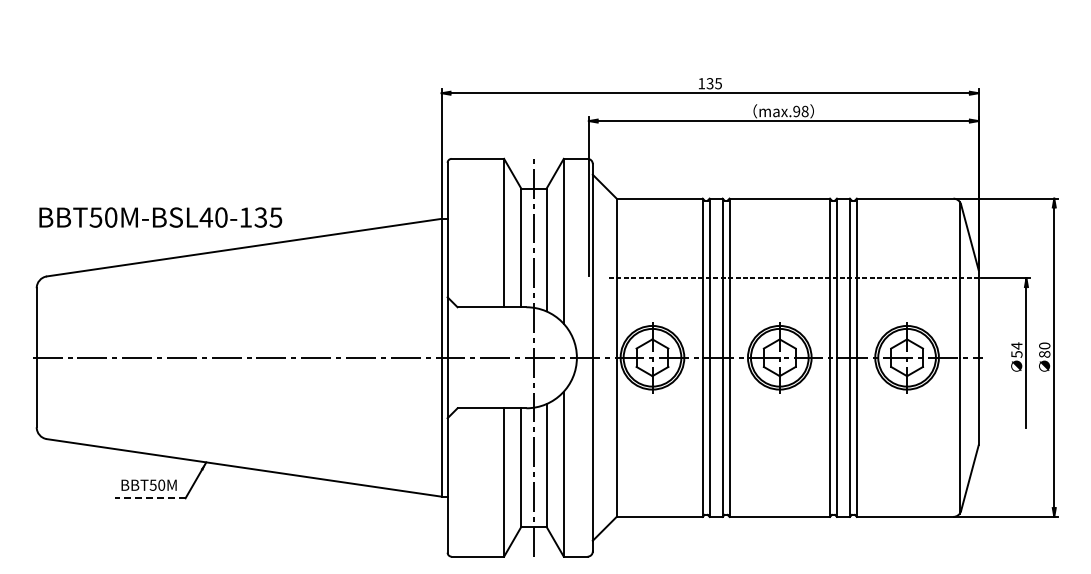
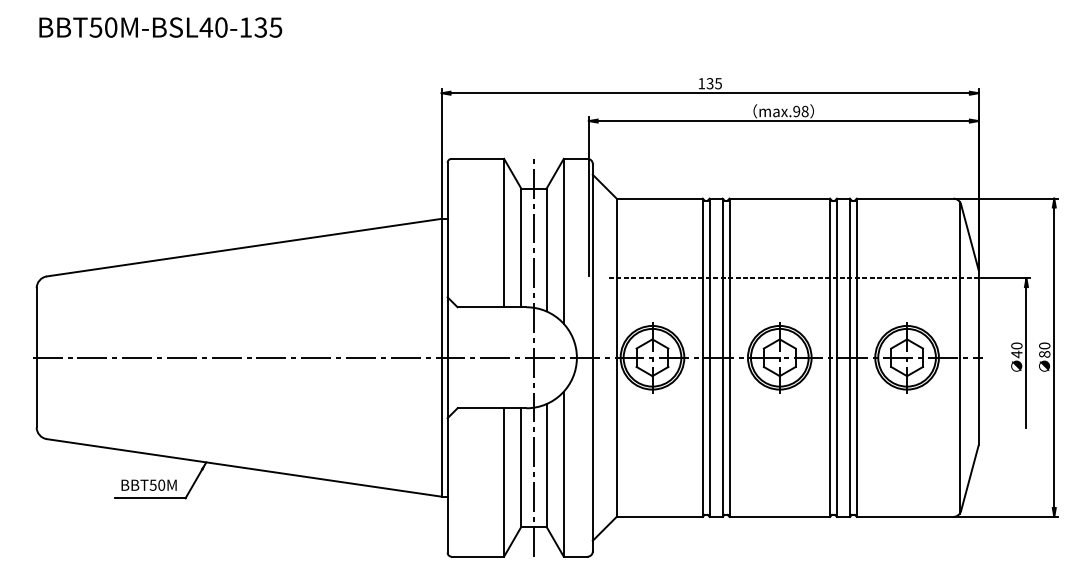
text at (160, 217) position: (160, 217) -> (160, 27)
text at (1016, 350): 54 -> 40
line at (149, 498): dashed -> solid
